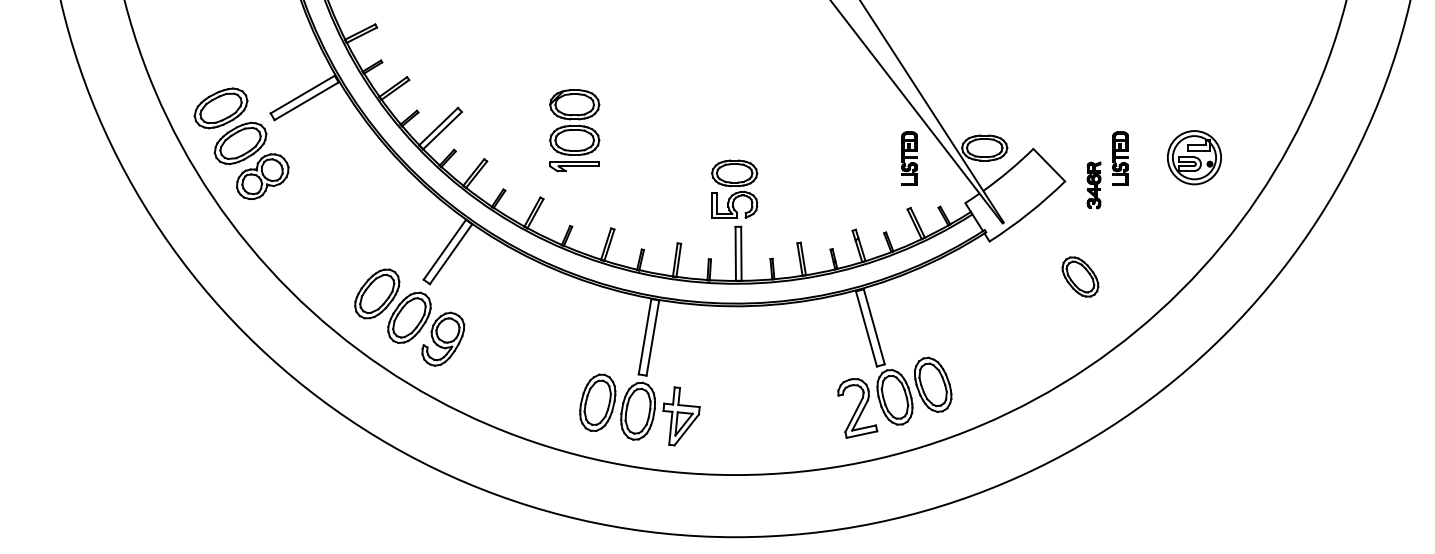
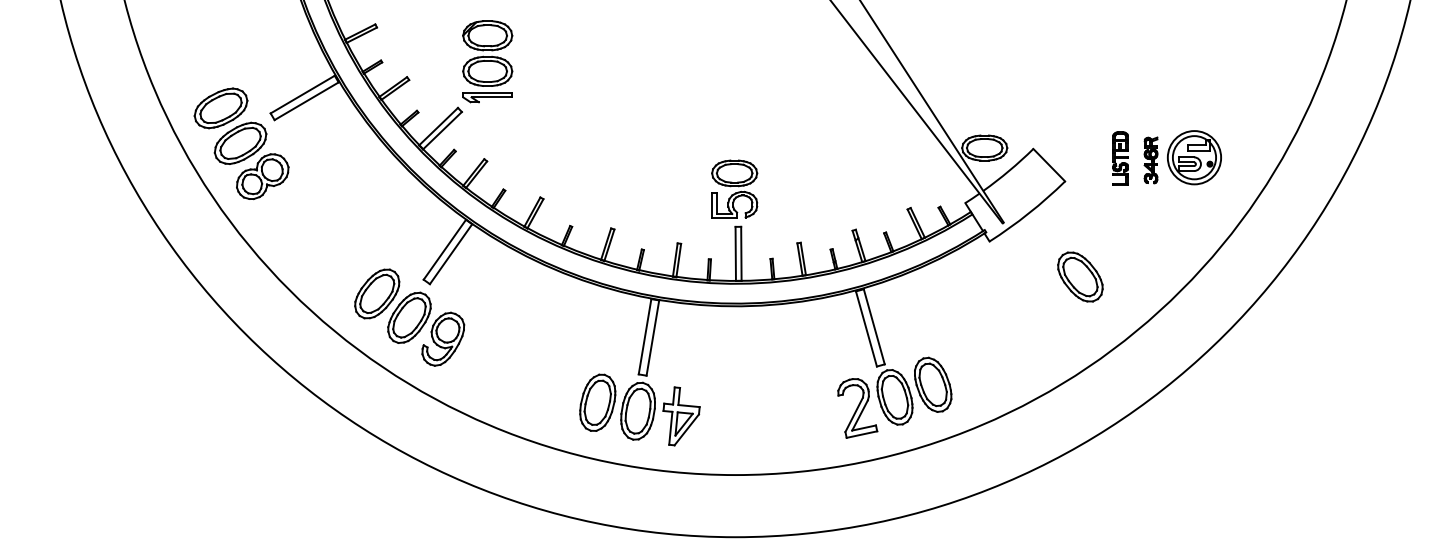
part at (574, 130) position: (574, 130) -> (487, 61)
part at (909, 158): present -> none
part at (1093, 185) position: (1093, 185) -> (1150, 160)
part at (1080, 276) size: 39x42 px -> 47x52 px
